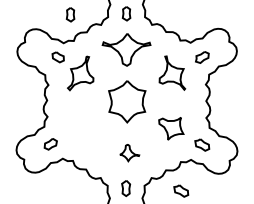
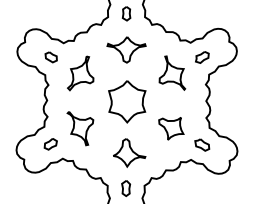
part at (70, 14): present -> none
part at (126, 49) size: 51x34 px -> 41x28 px
part at (57, 57) position: (57, 57) -> (50, 57)
part at (80, 128): none -> present
part at (129, 153) size: 22x19 px -> 34x30 px
part at (181, 190): present -> none
